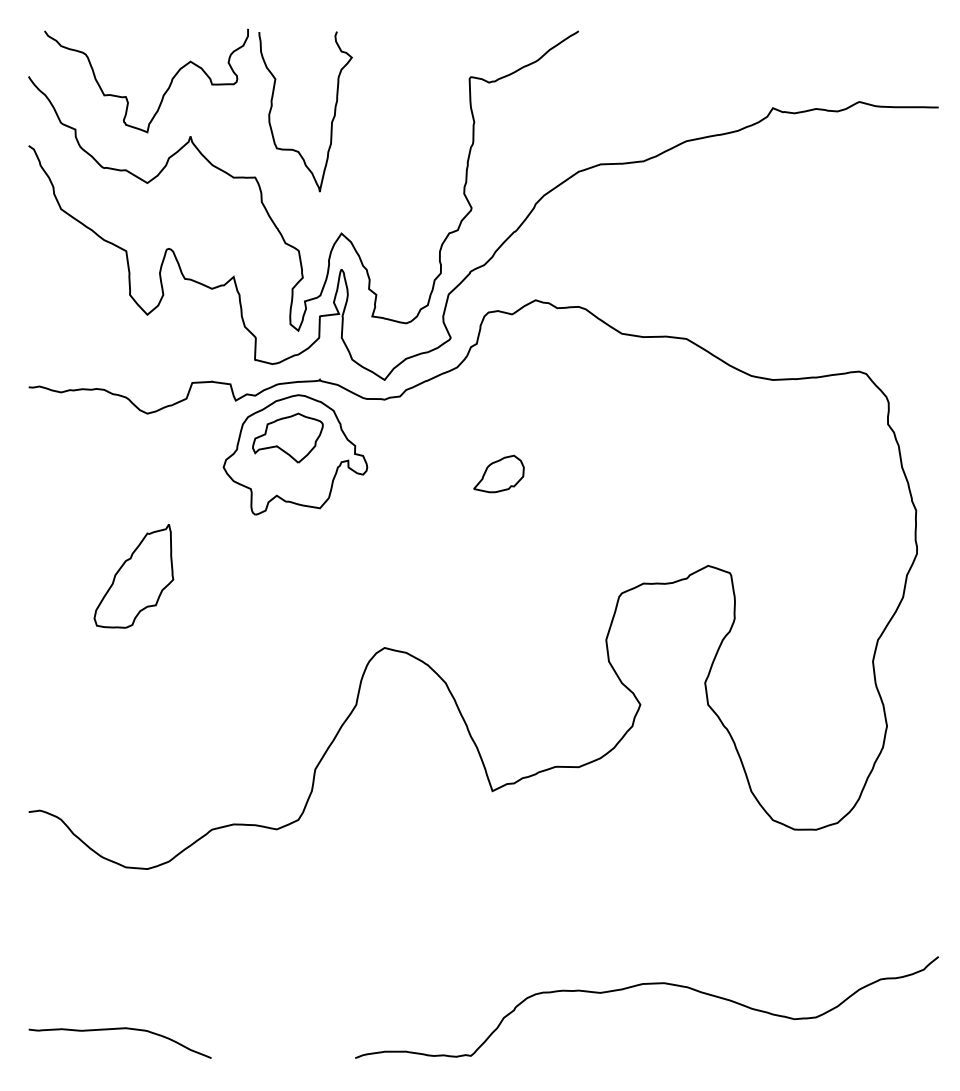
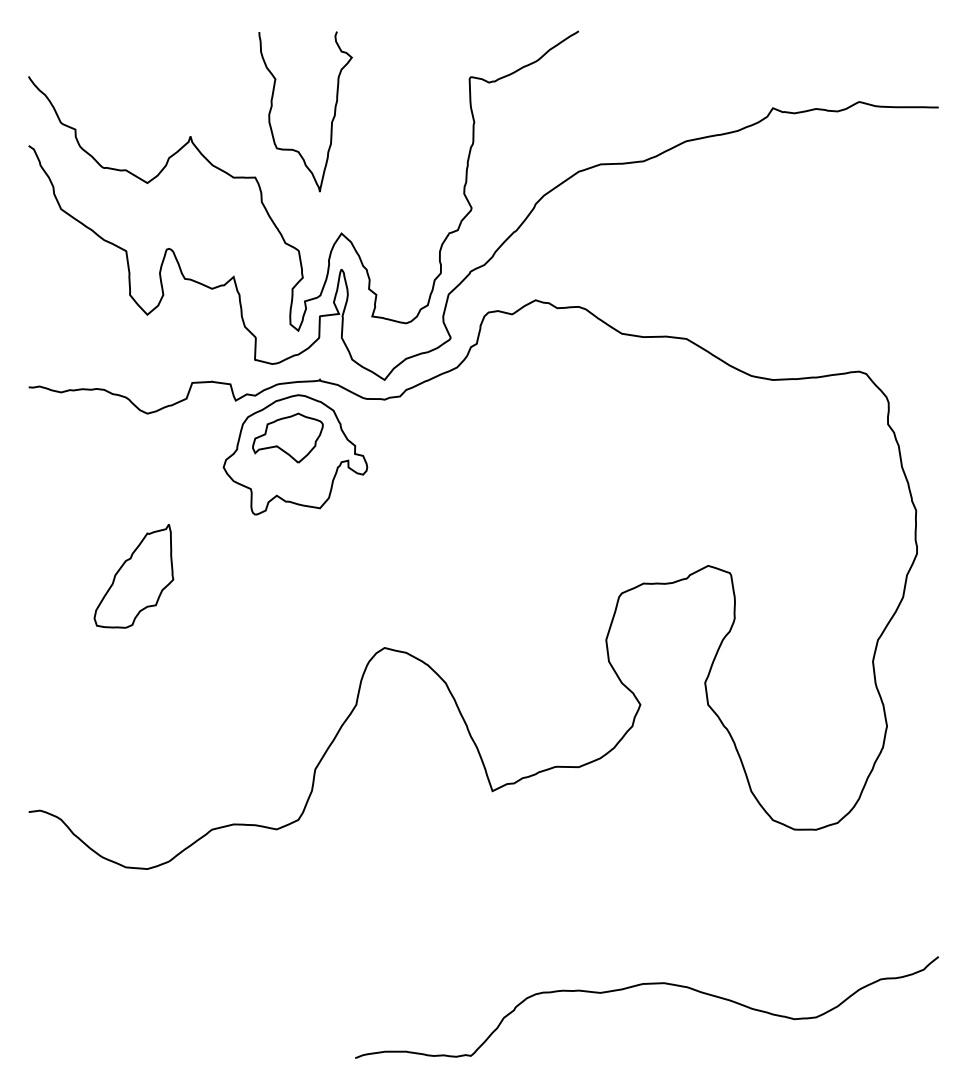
curve at (163, 93): present -> none
part at (498, 473): present -> none
curve at (119, 1029): present -> none
